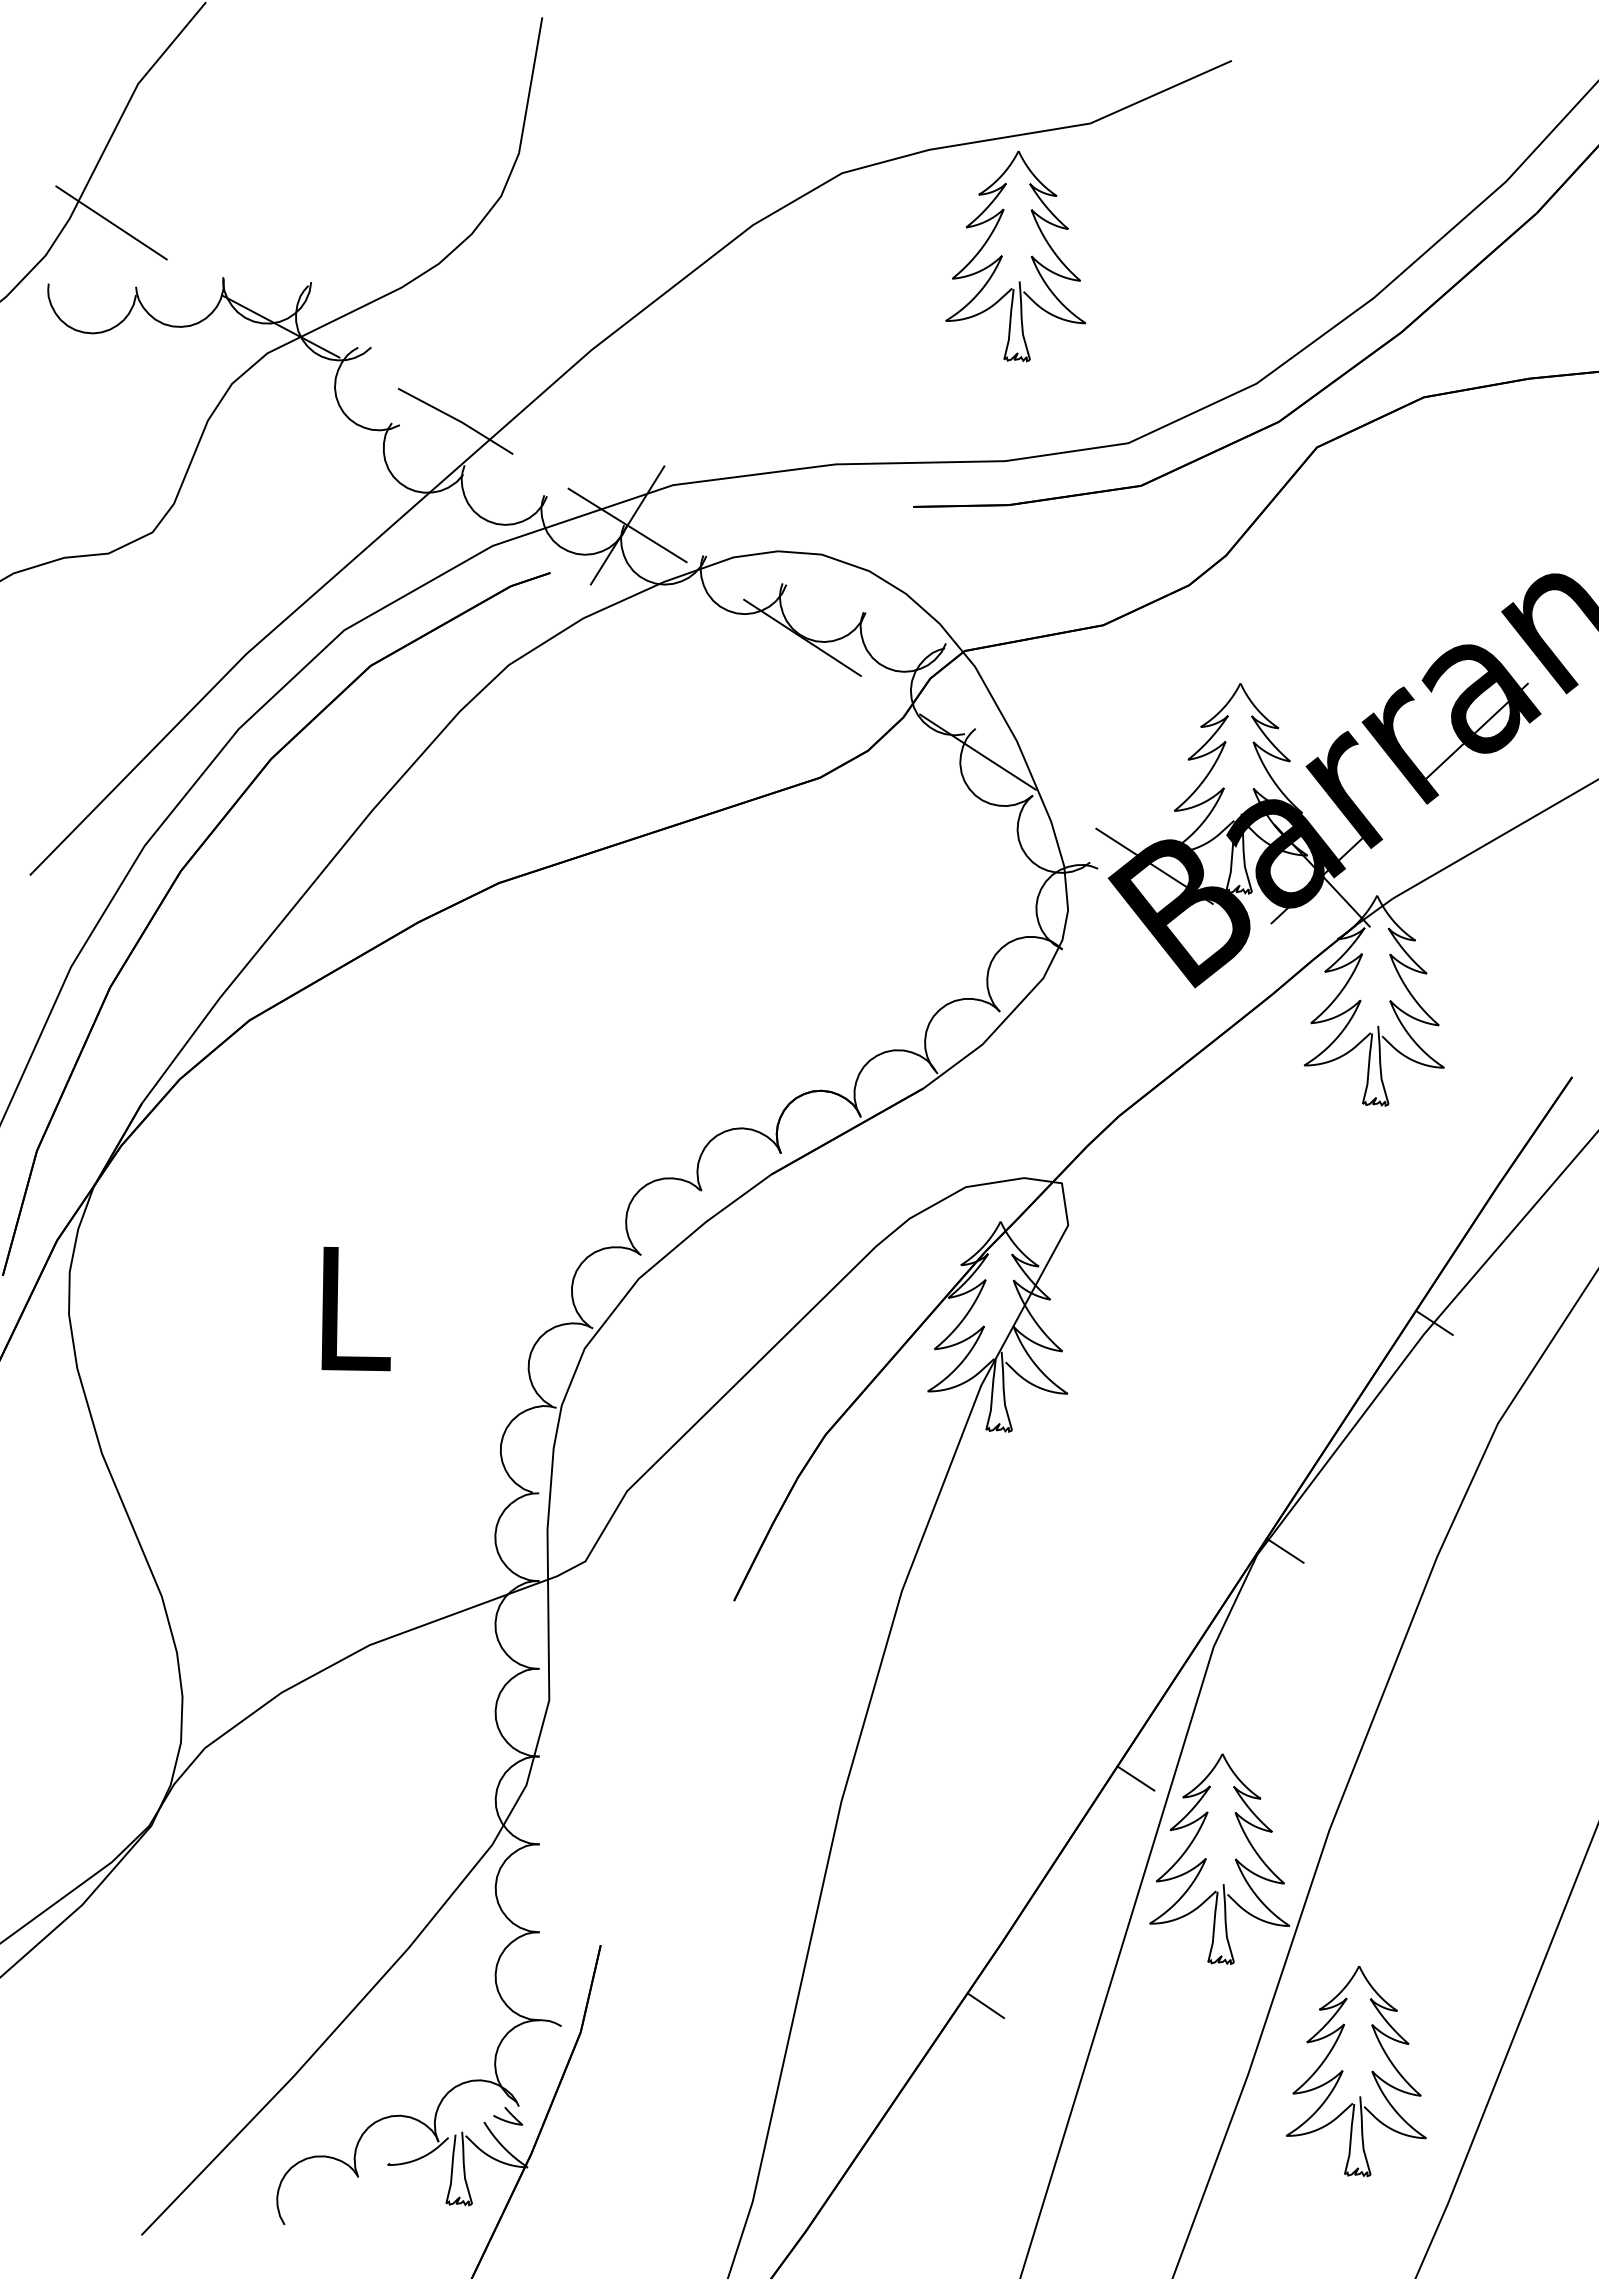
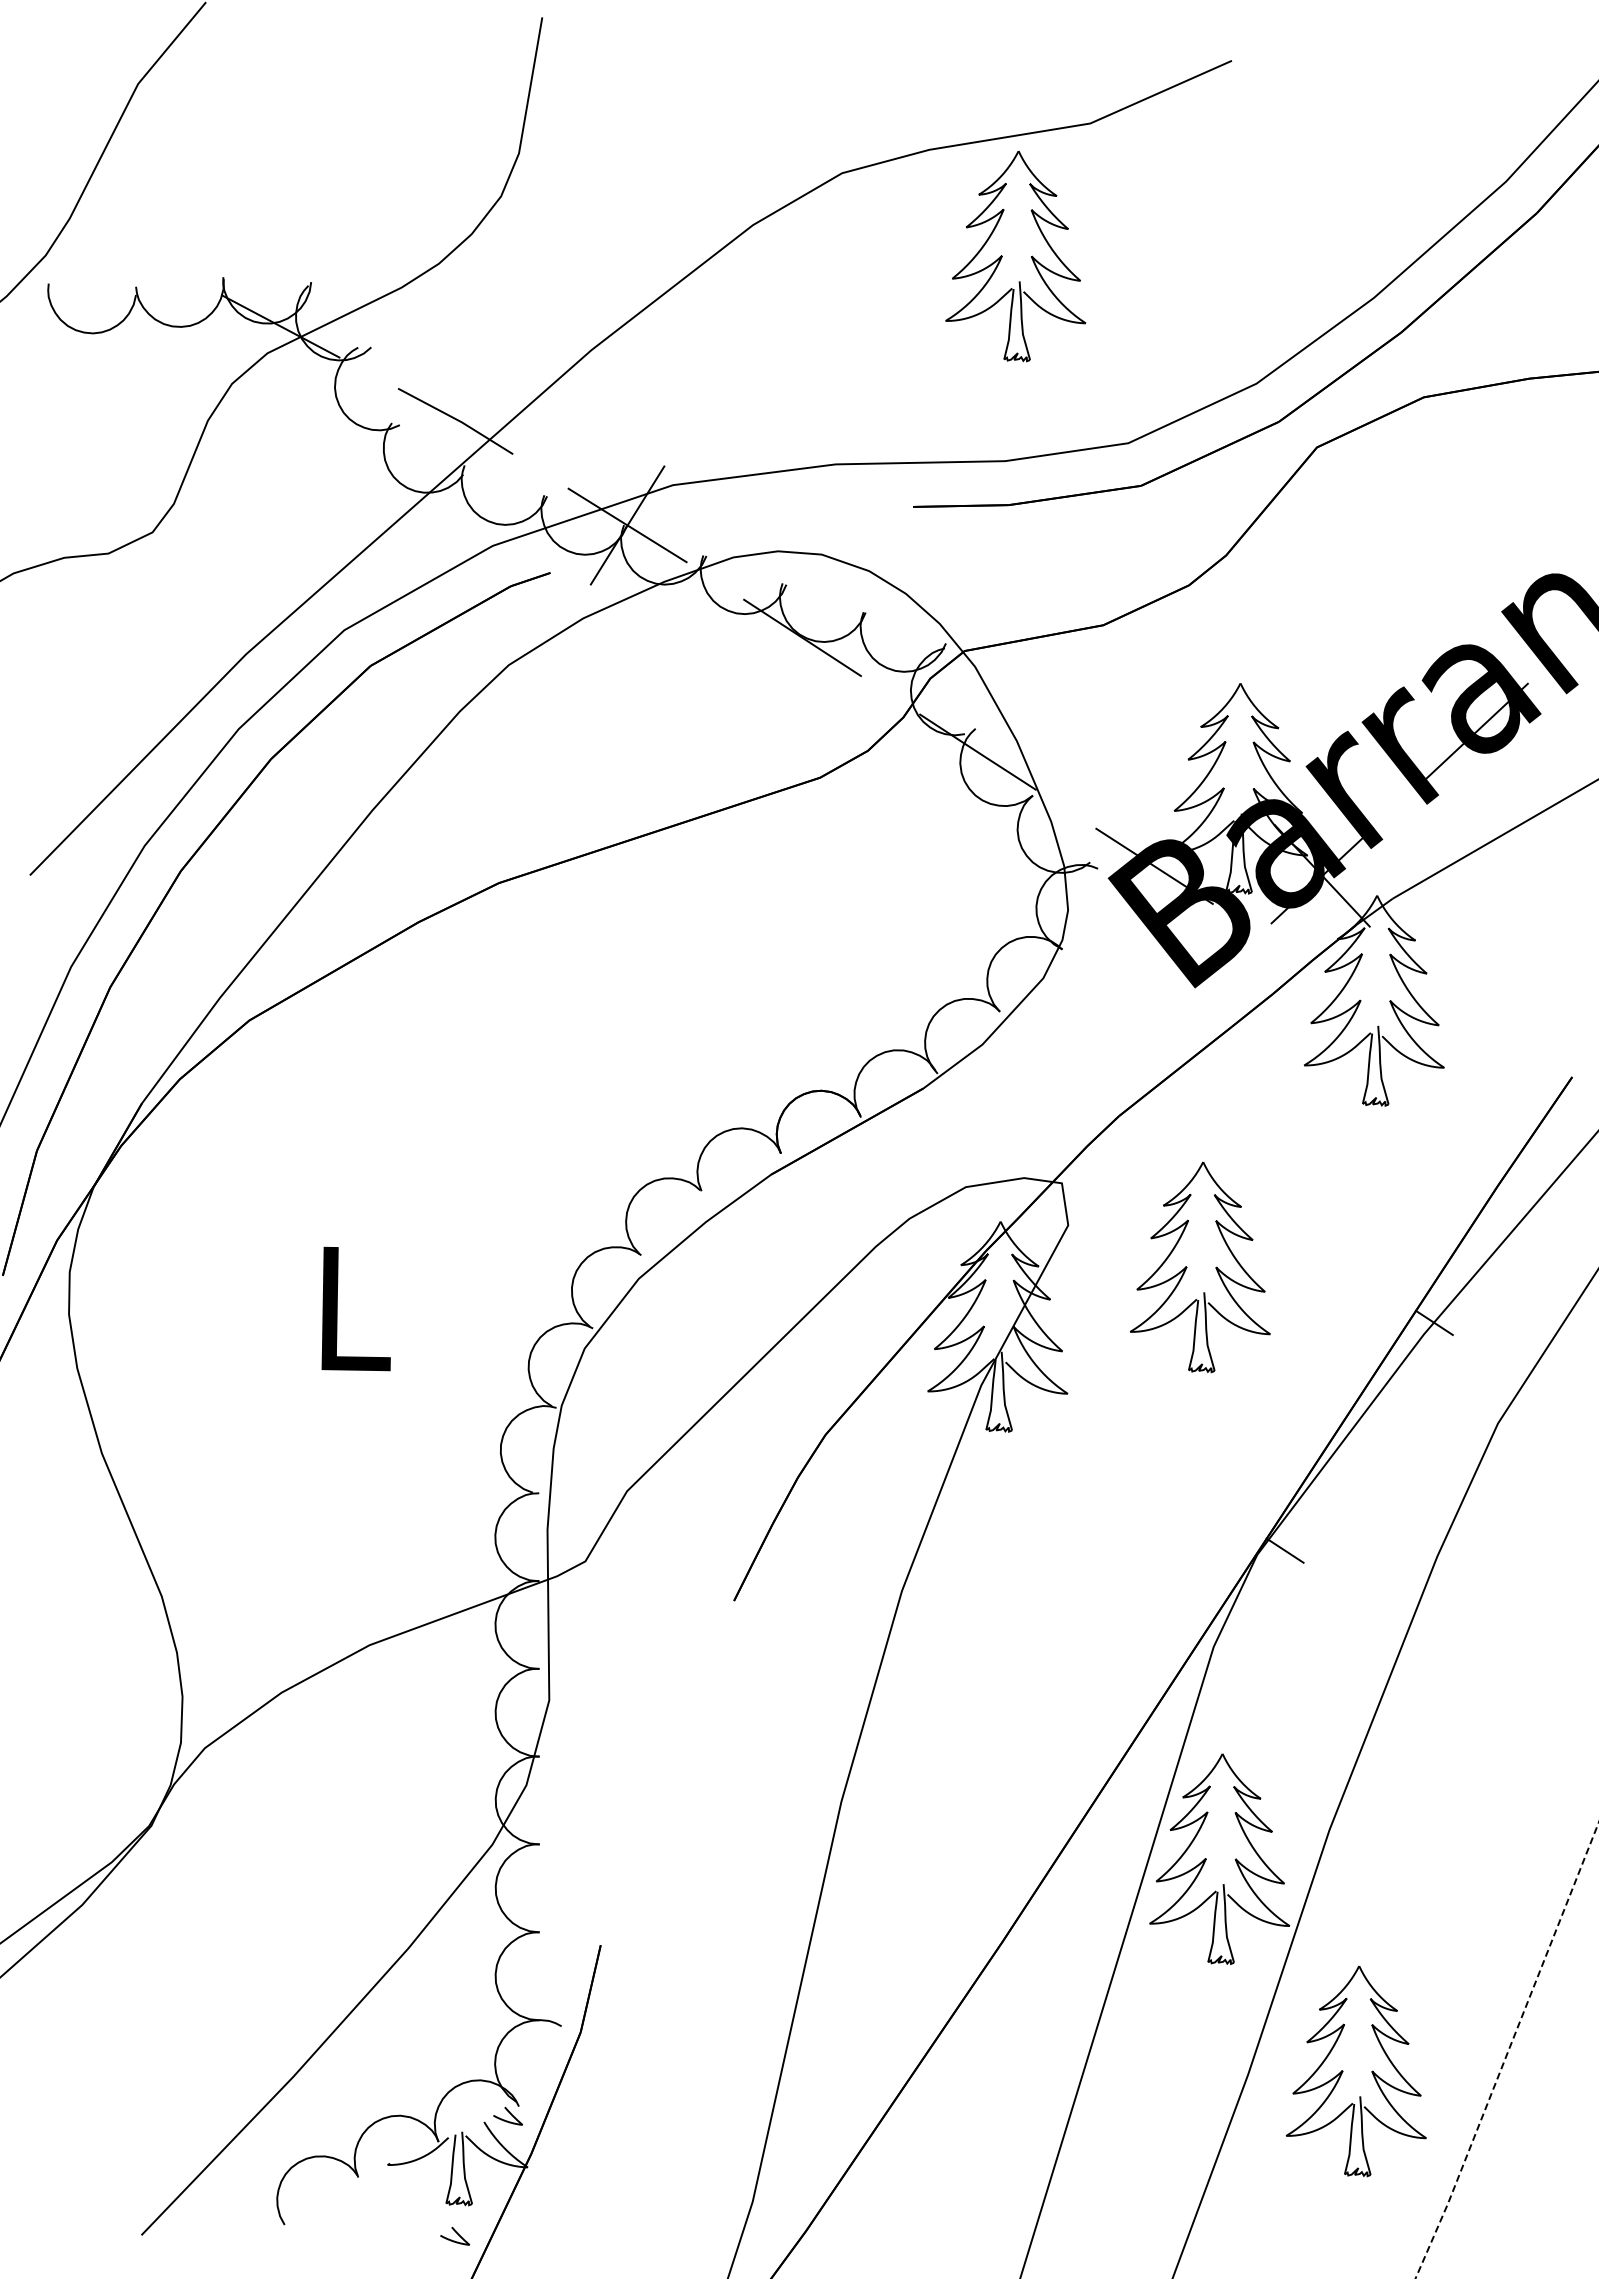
line at (111, 222): present -> none
part at (1187, 1267): none -> present
line at (1135, 1778): present -> none
line at (985, 2005): present -> none
line at (1508, 2051): solid -> dashed
curve at (456, 2233): none -> present
